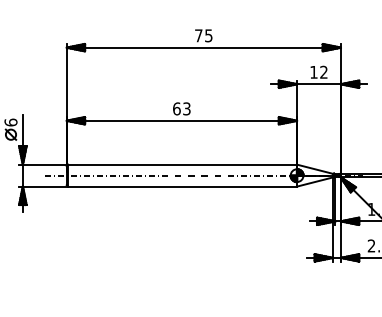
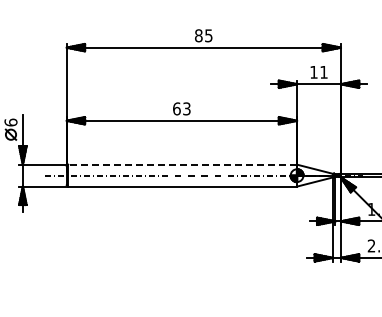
text at (198, 35): 75 -> 85
text at (323, 71): 12 -> 11
line at (182, 164): solid -> dashed
